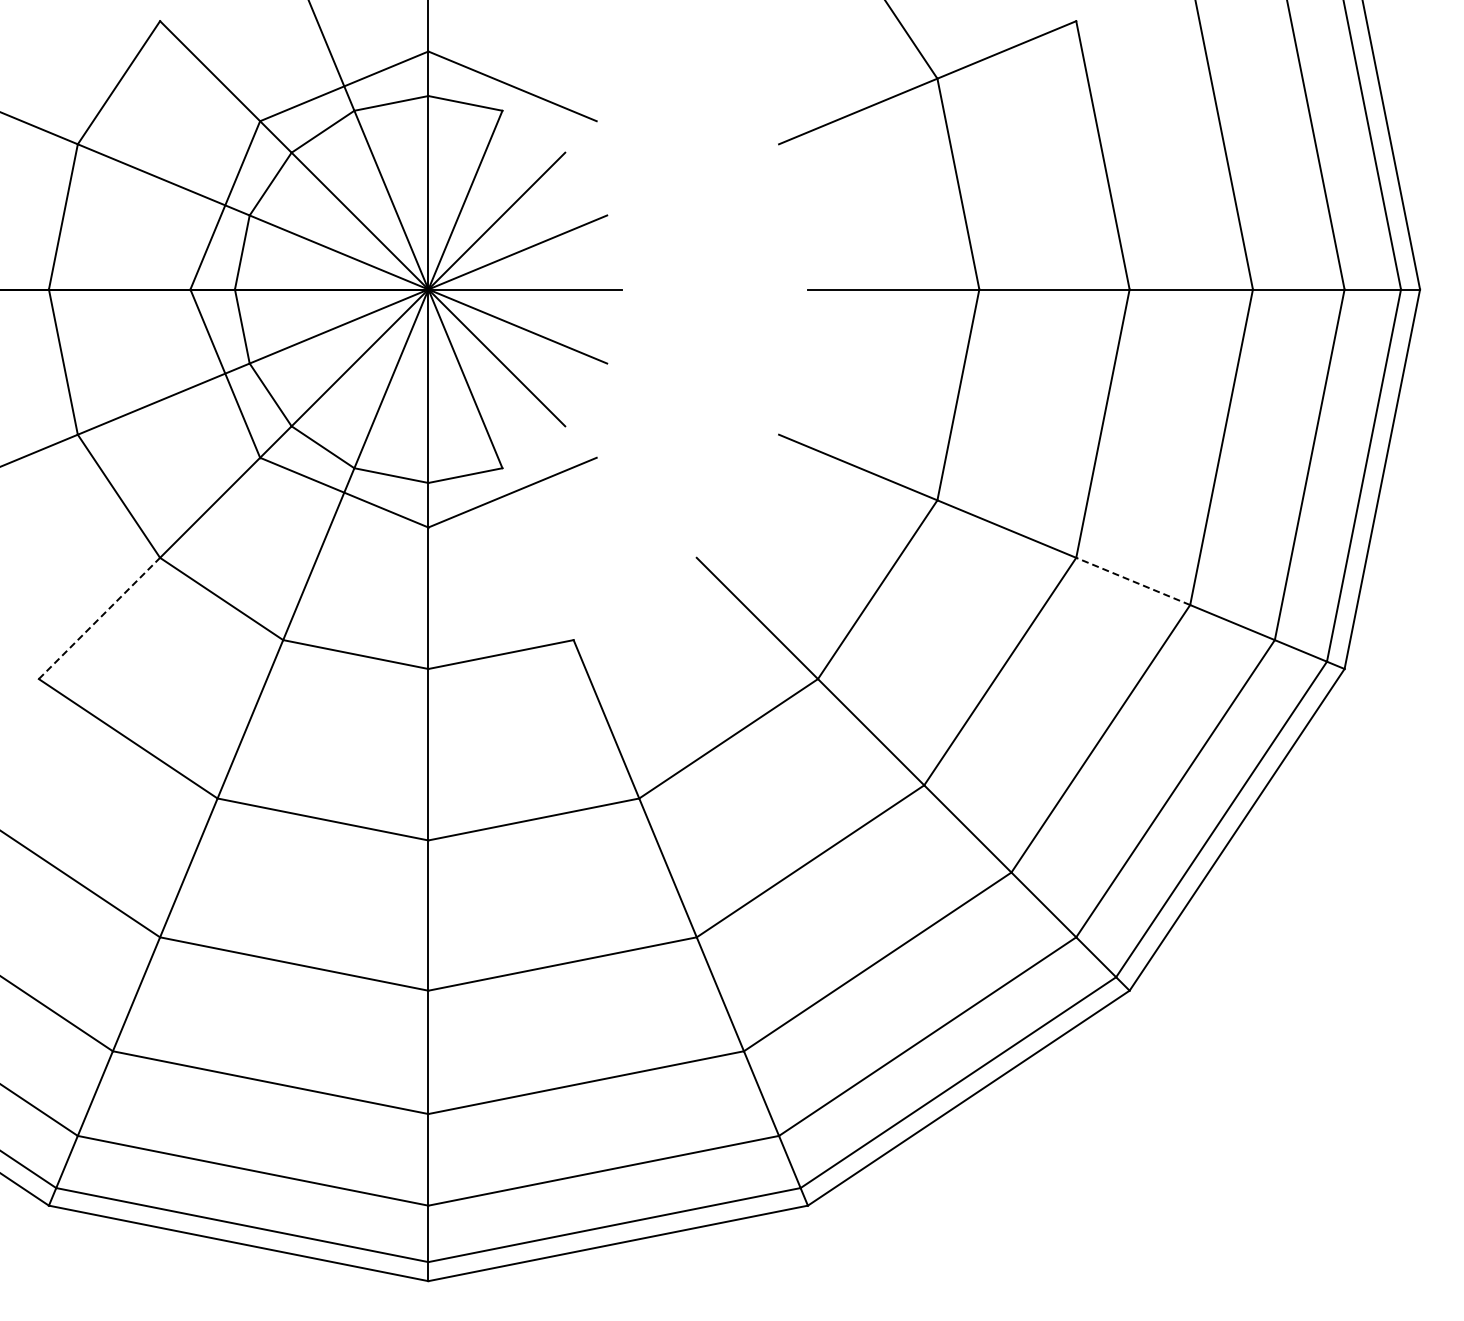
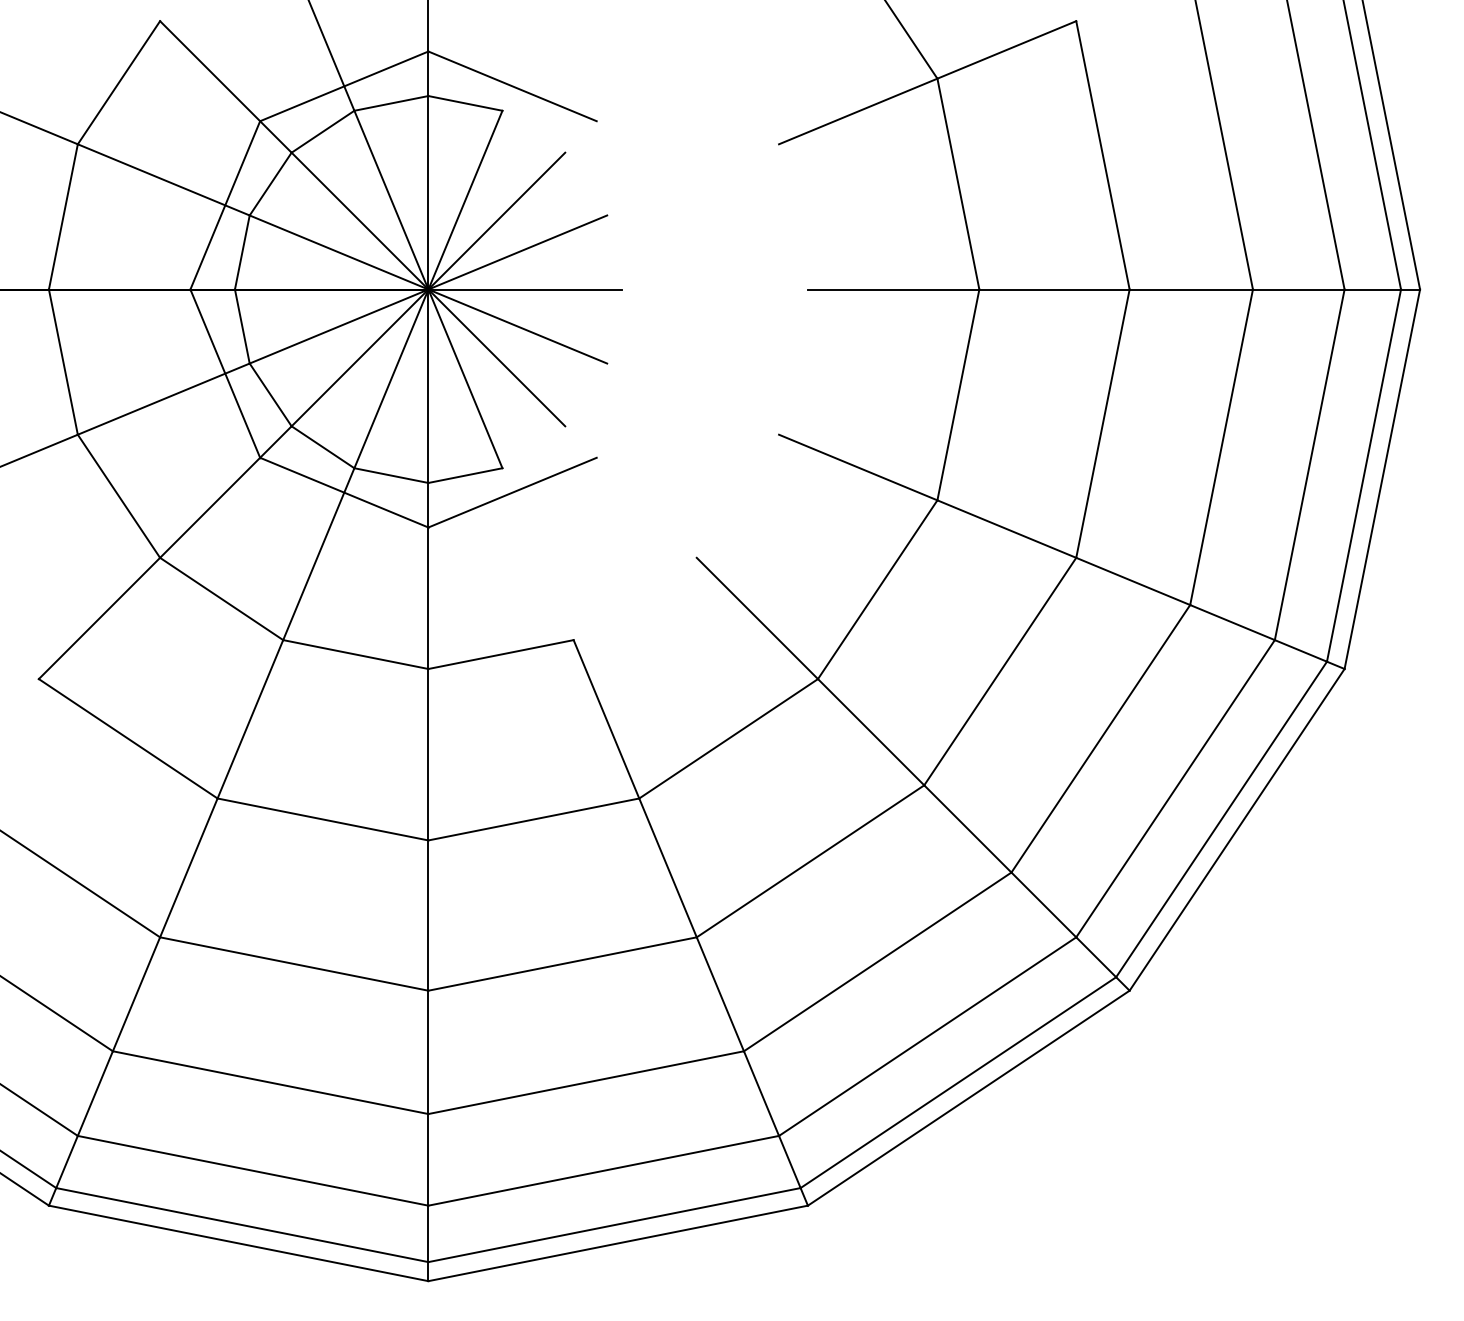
line at (1133, 581): dashed -> solid
line at (99, 618): dashed -> solid
